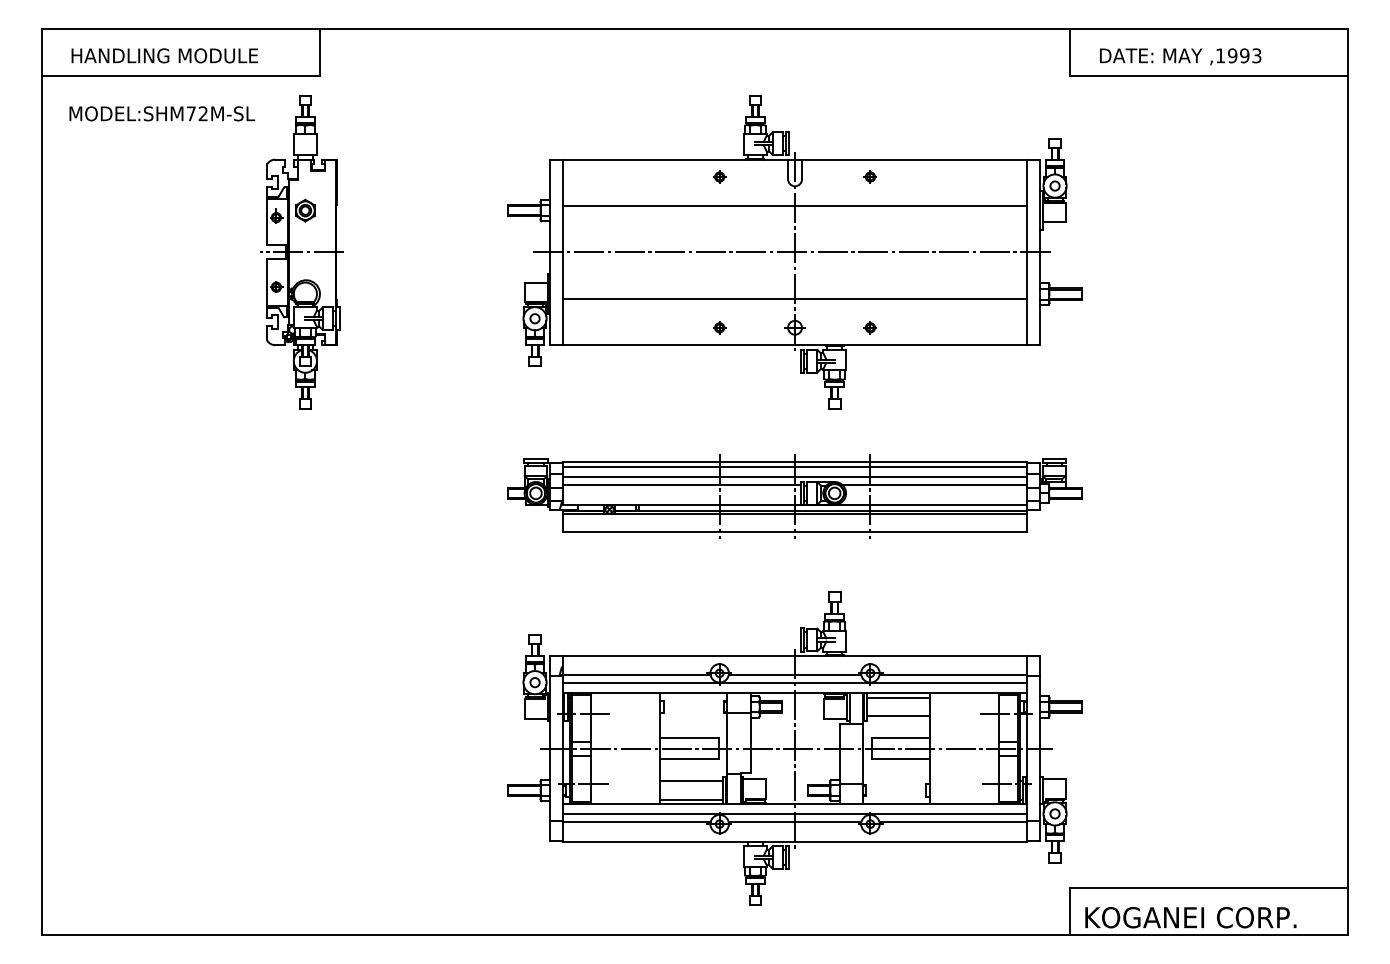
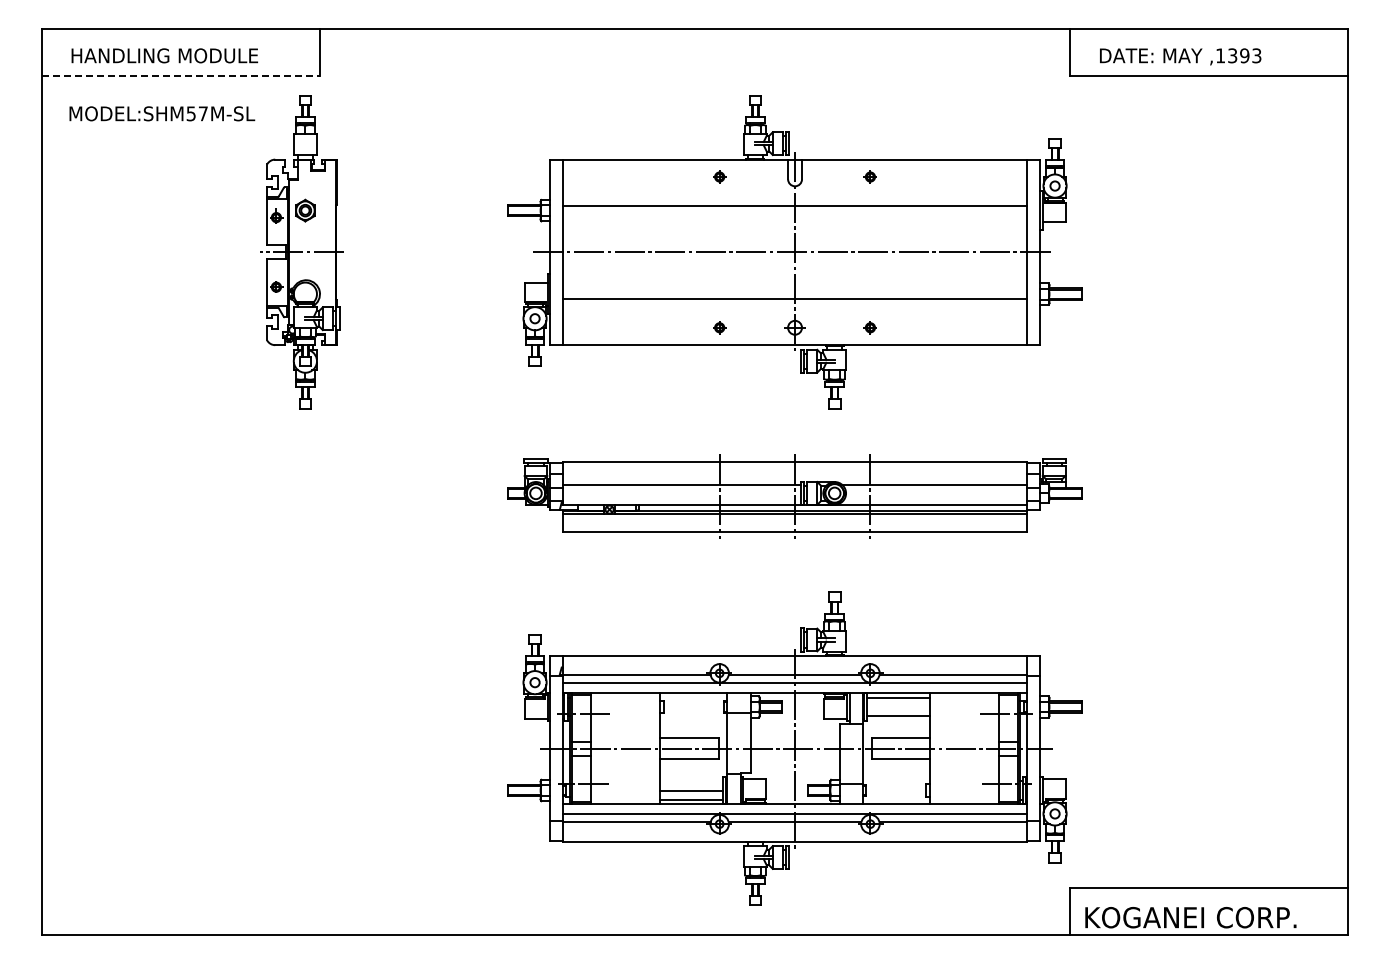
text at (1232, 55): ,1993 -> ,1393
line at (181, 75): solid -> dashed
text at (196, 113): MODEL:SHM72M-SL -> MODEL:SHM57M-SL
line at (794, 466): present -> none
line at (794, 476): present -> none
line at (691, 781) position: (691, 781) -> (691, 791)
